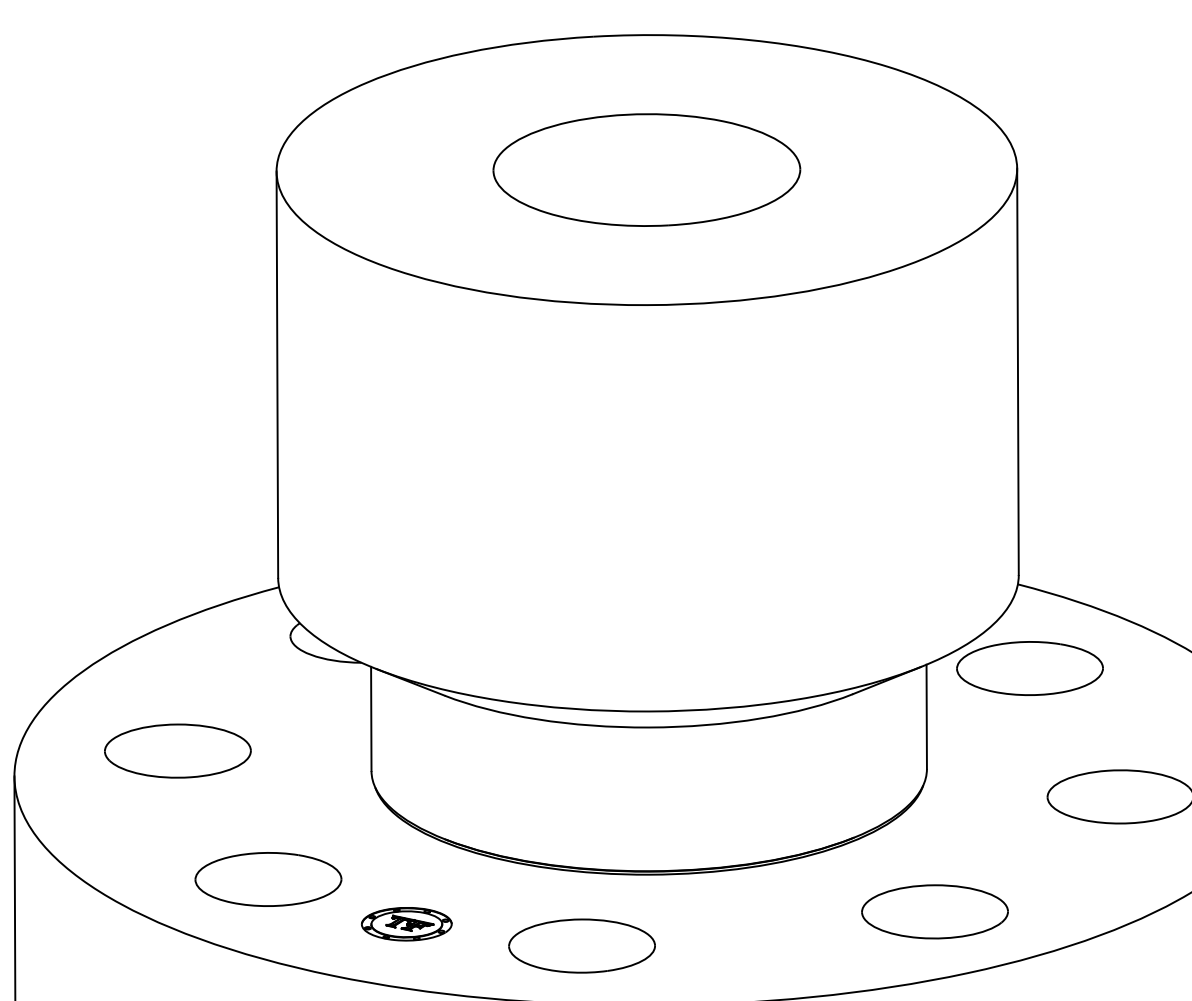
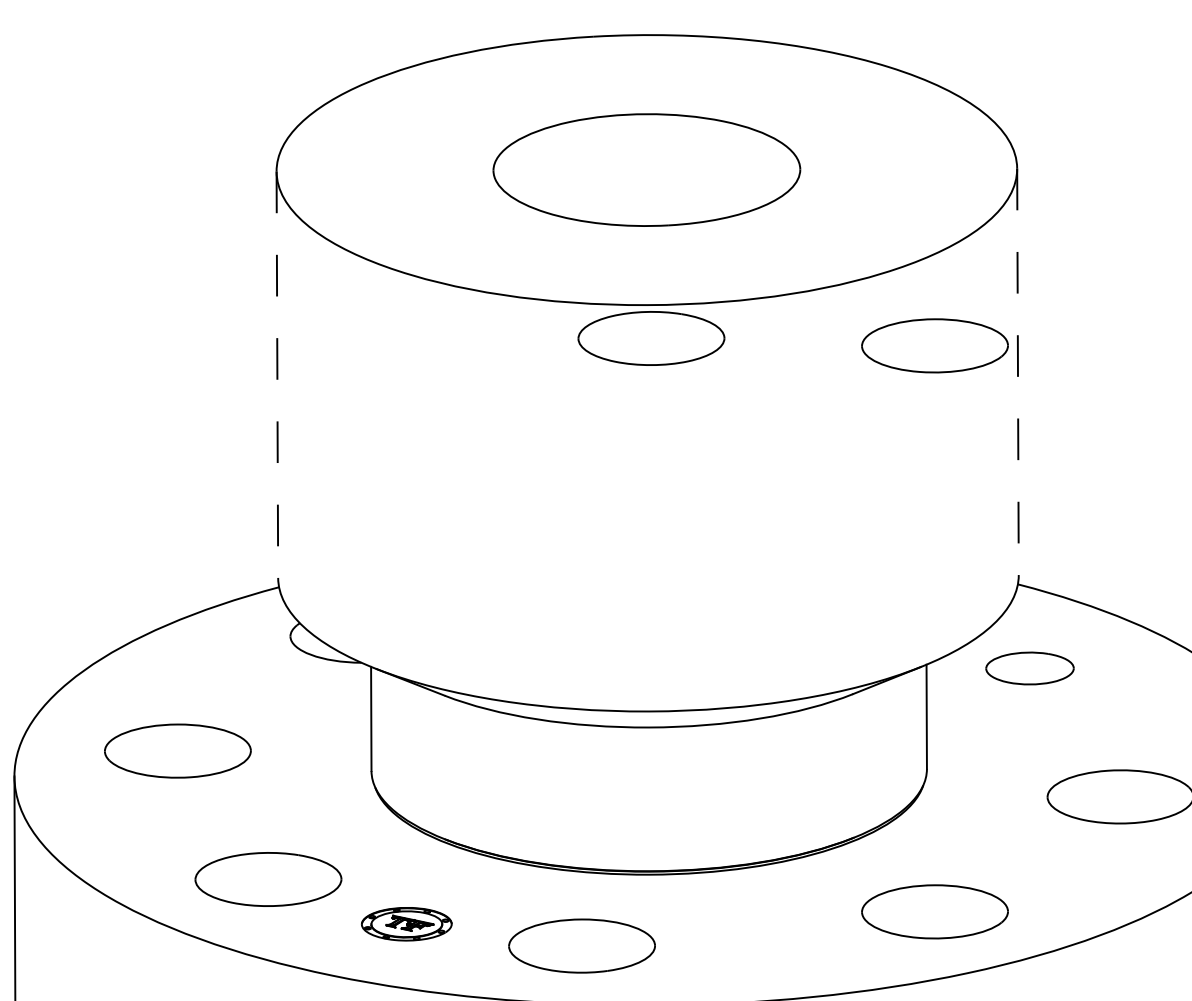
part at (651, 338): none -> present
part at (934, 345): none -> present
line at (1017, 372): solid -> dashed
line at (277, 375): solid -> dashed
part at (1029, 668) size: 148x55 px -> 90x35 px
